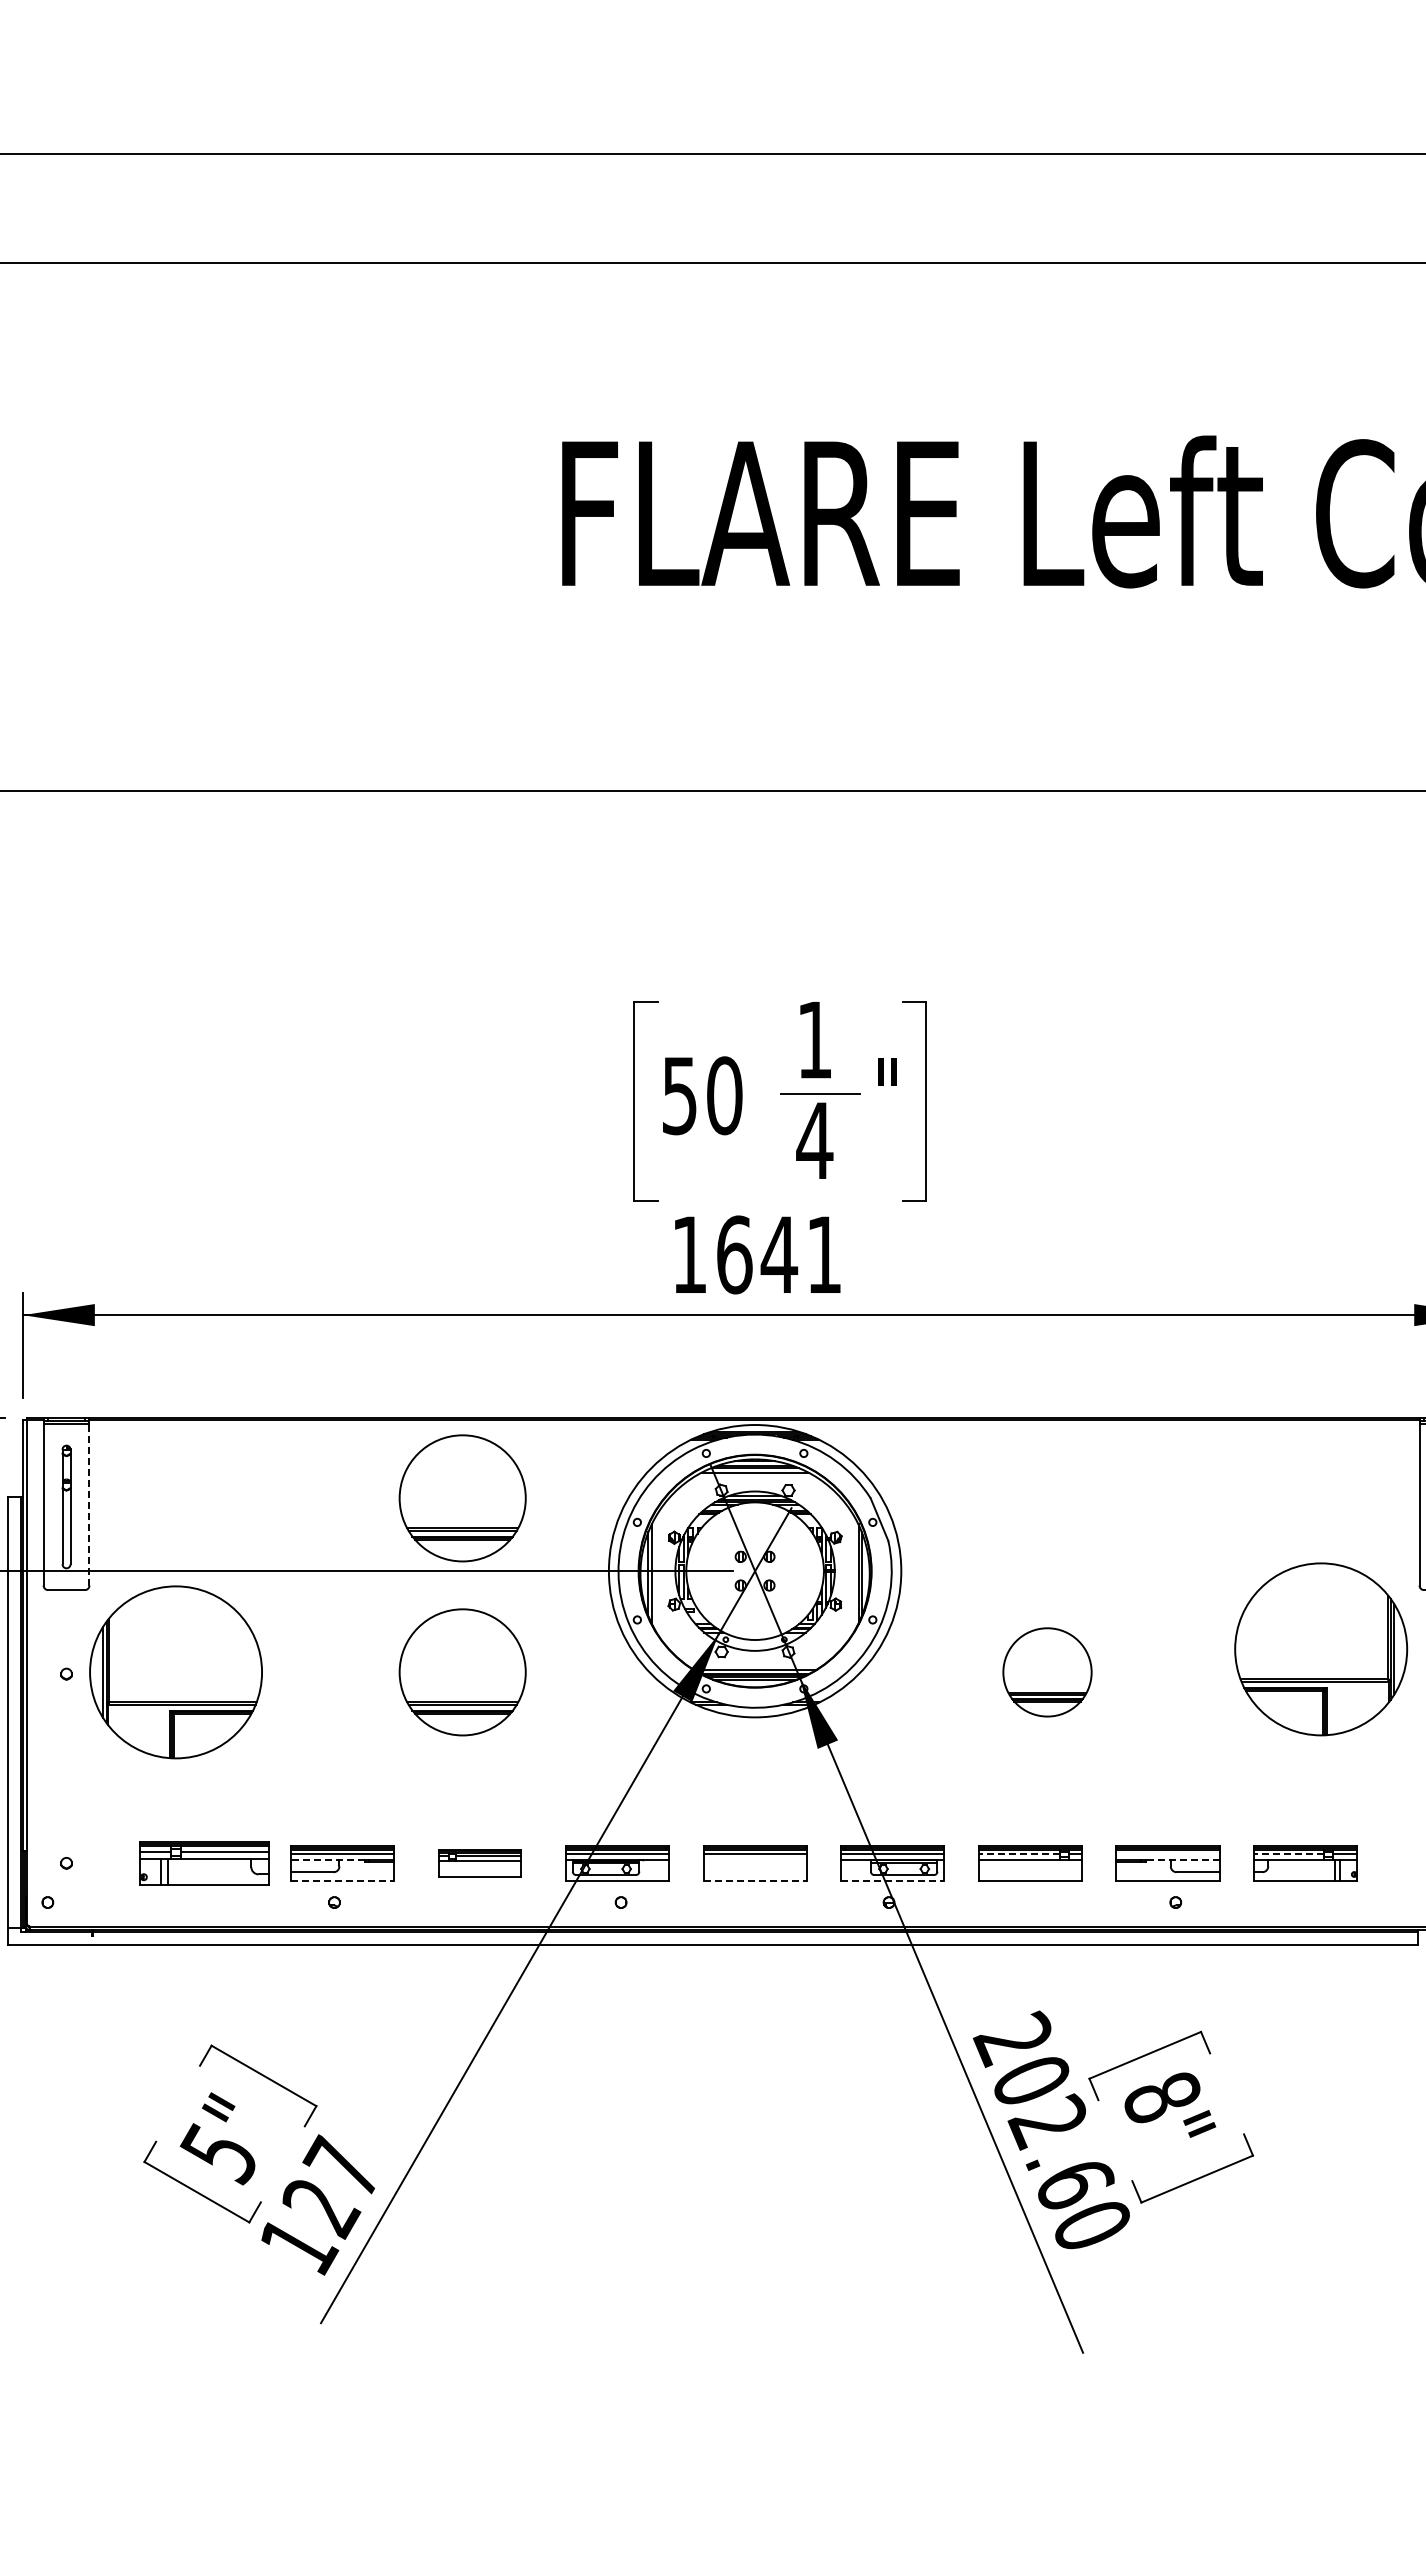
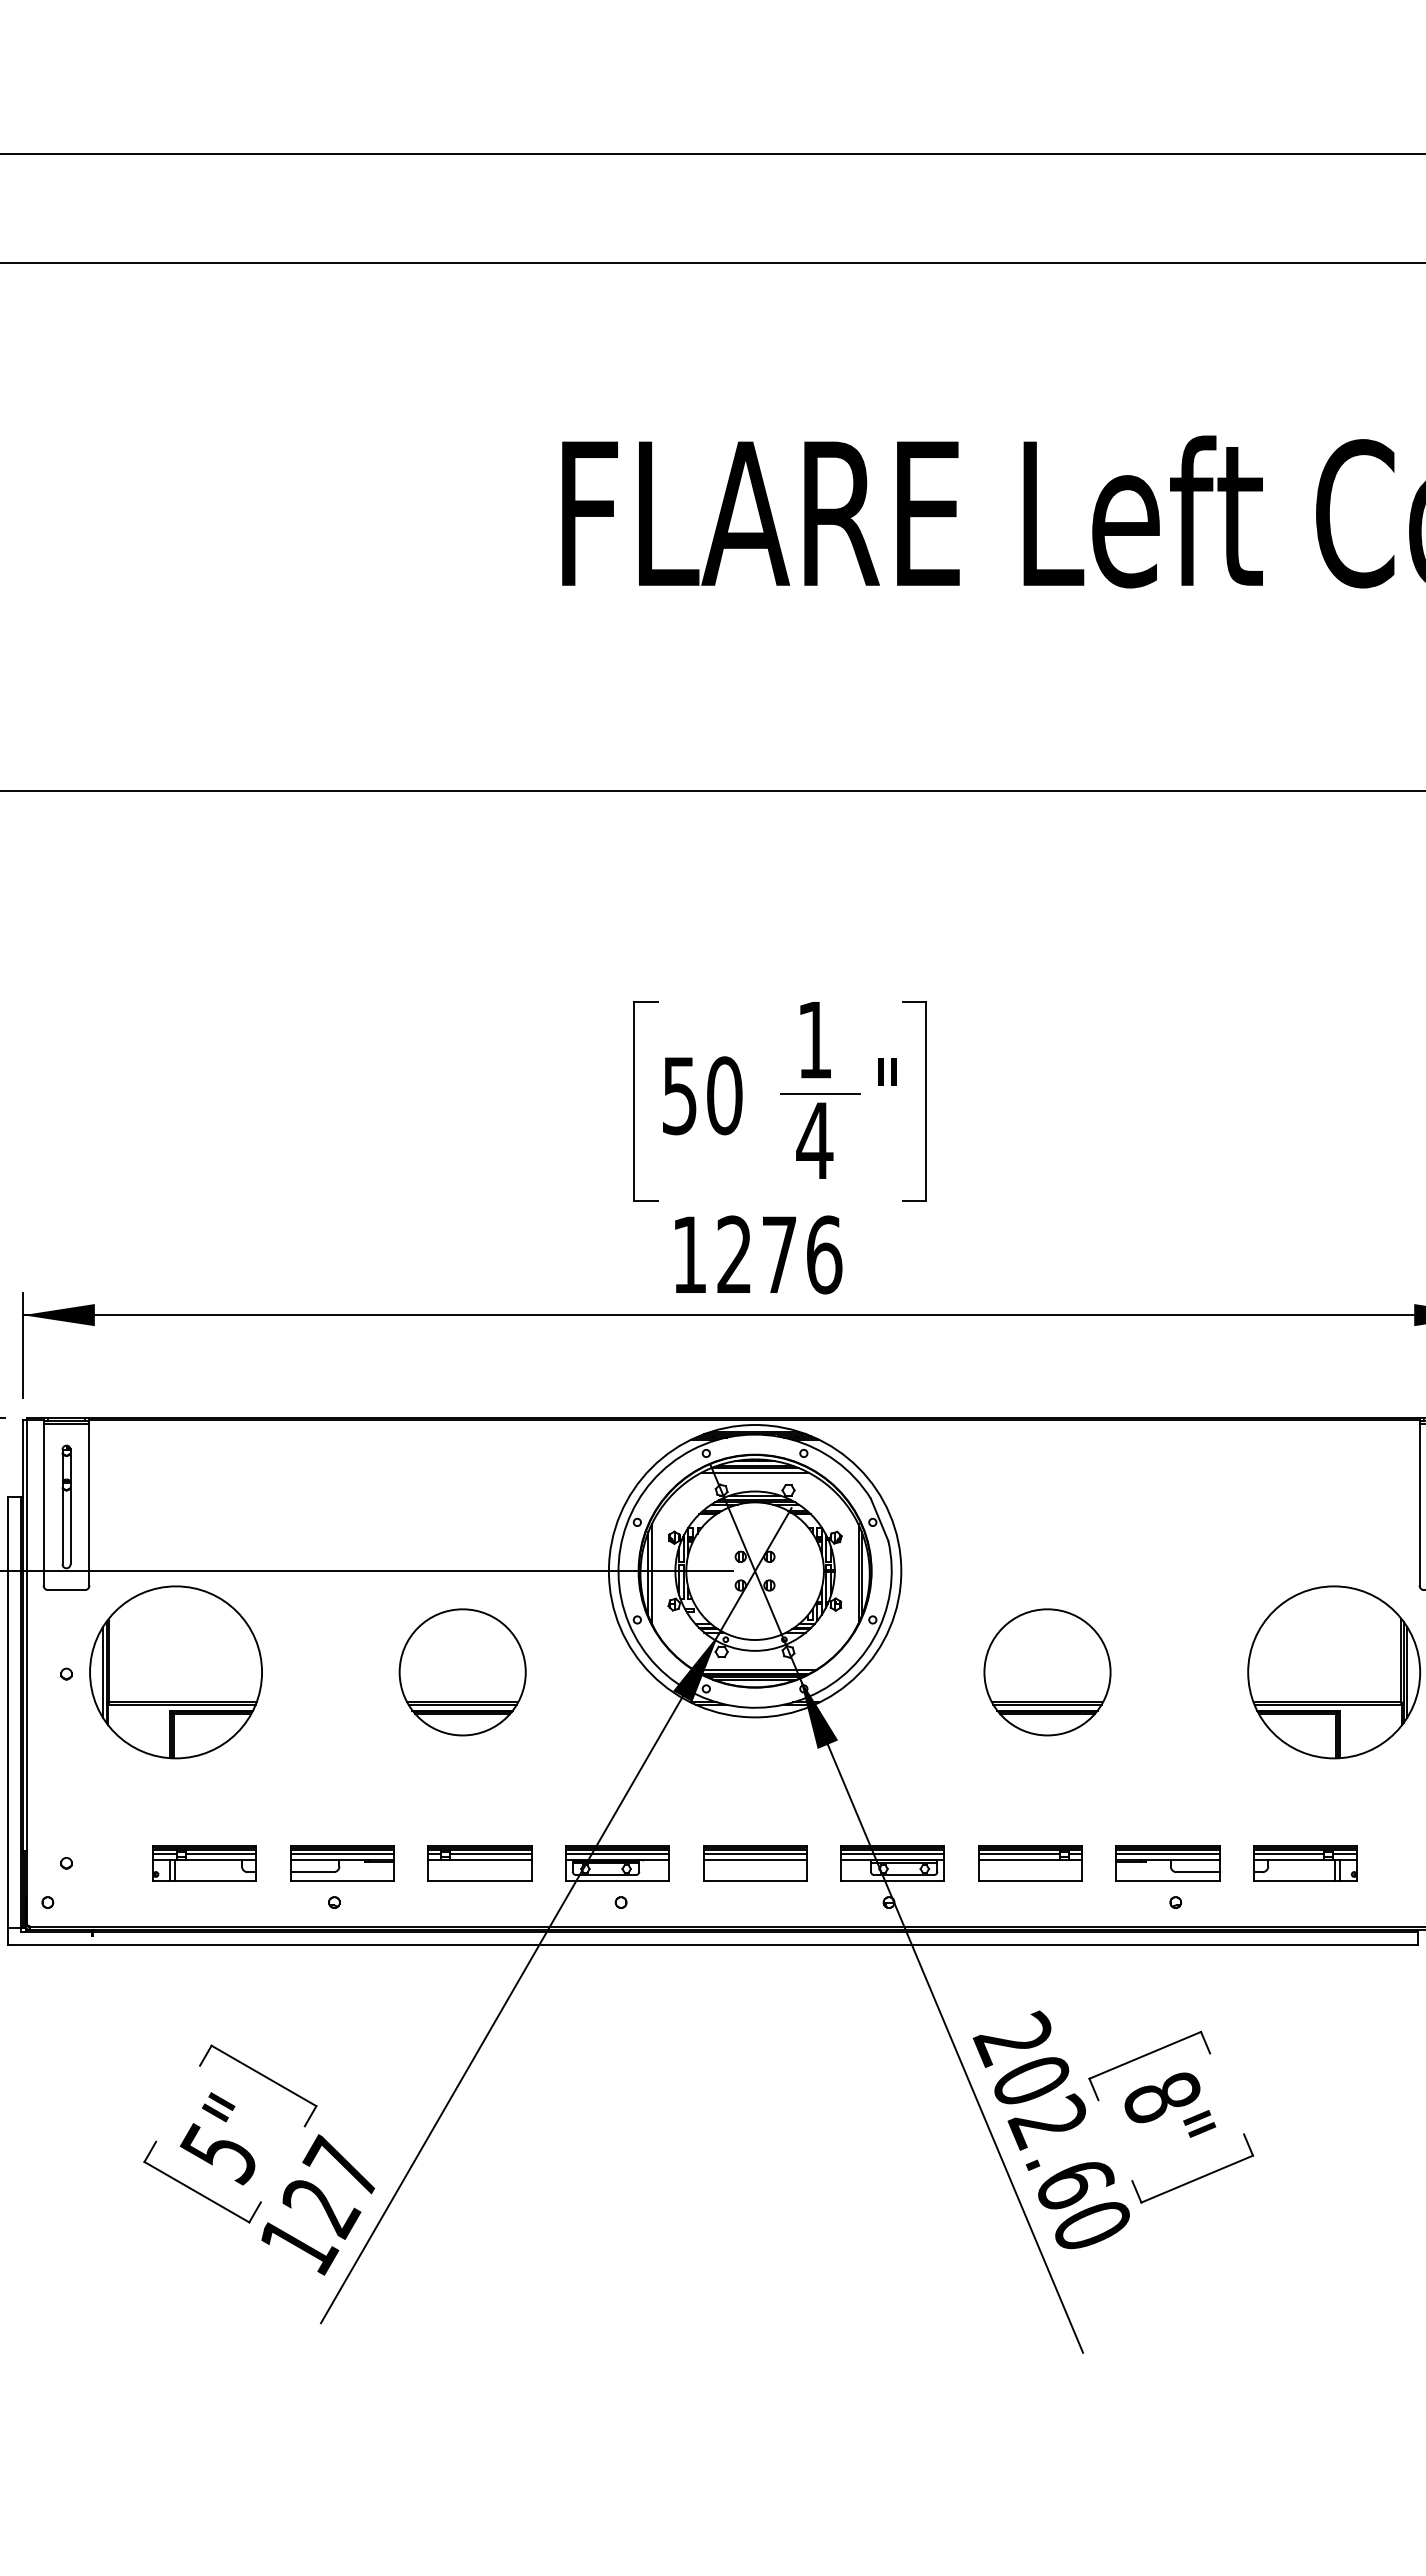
text at (779, 1254): 1641 -> 1276
part at (462, 1498): present -> none
line at (89, 1504): dashed -> solid
part at (1321, 1649) position: (1321, 1649) -> (1334, 1672)
part at (1047, 1672) size: 91x91 px -> 129x129 px
line at (1019, 1854): dashed -> solid
line at (1167, 1854): none -> present
line at (1288, 1854): dashed -> solid
line at (327, 1860): dashed -> solid
line at (754, 1860): none -> present
line at (1182, 1860): dashed -> solid
part at (204, 1863) size: 131x45 px -> 105x37 px
part at (479, 1863) size: 84x29 px -> 106x37 px
line at (342, 1880): dashed -> solid
line at (755, 1880): dashed -> solid
line at (892, 1880): dashed -> solid
